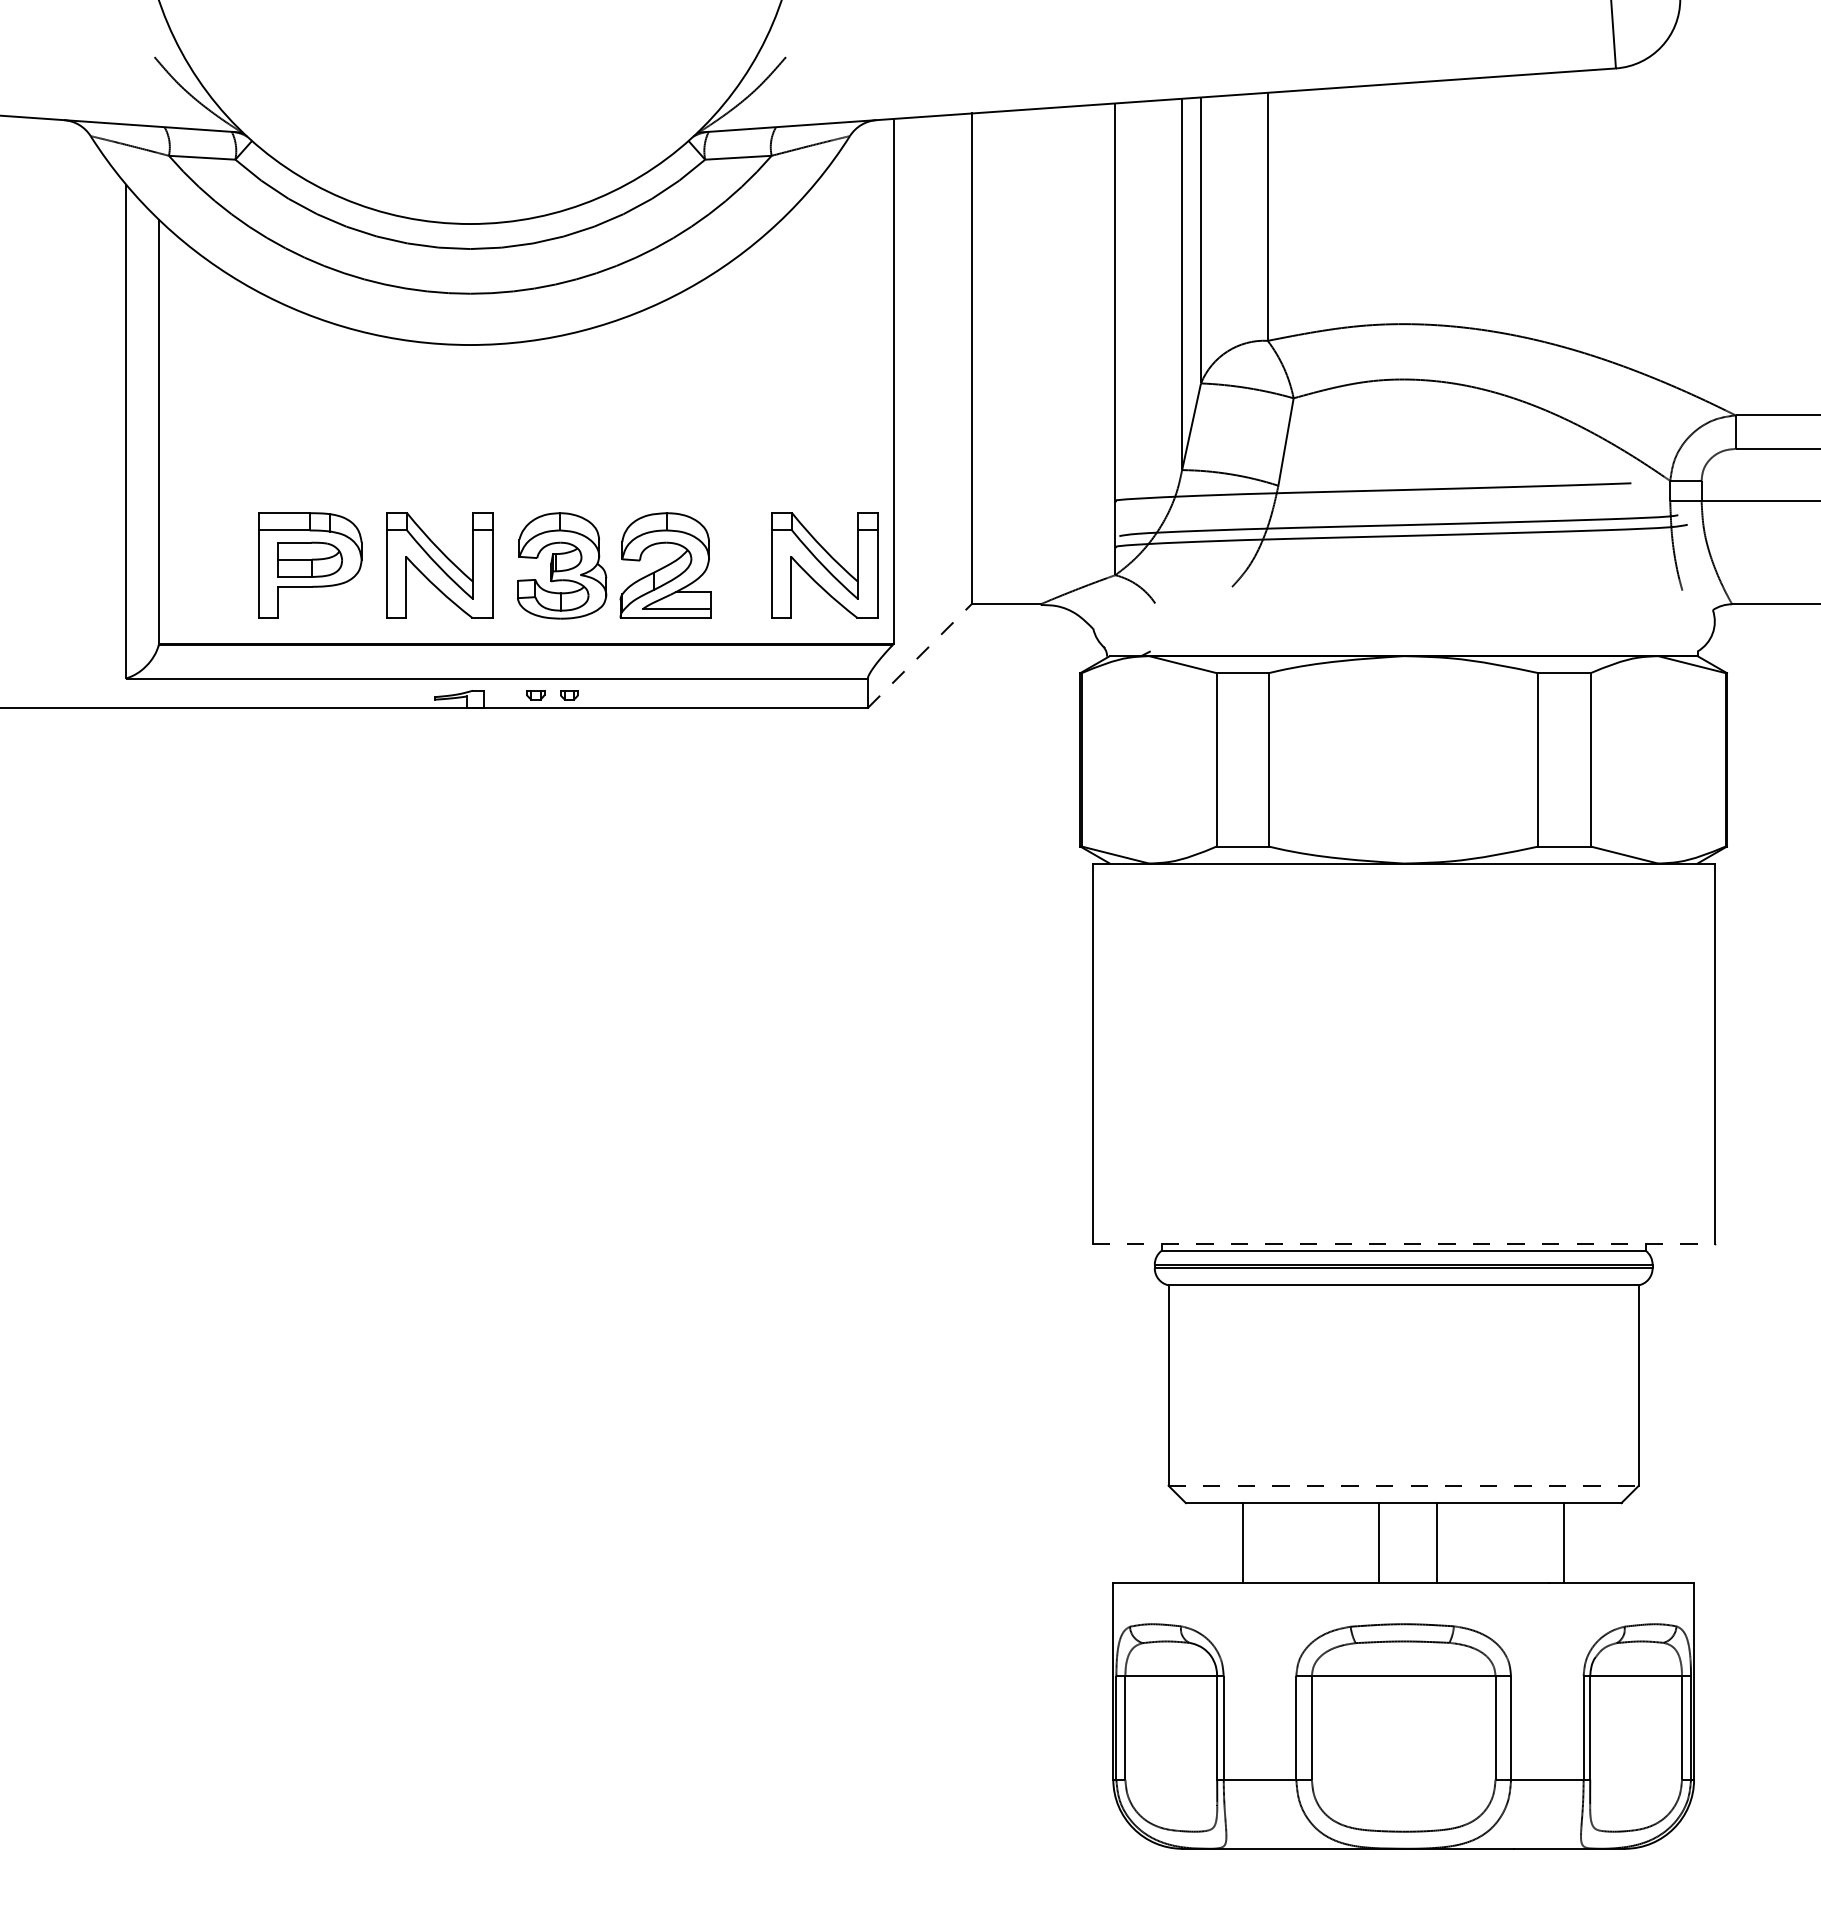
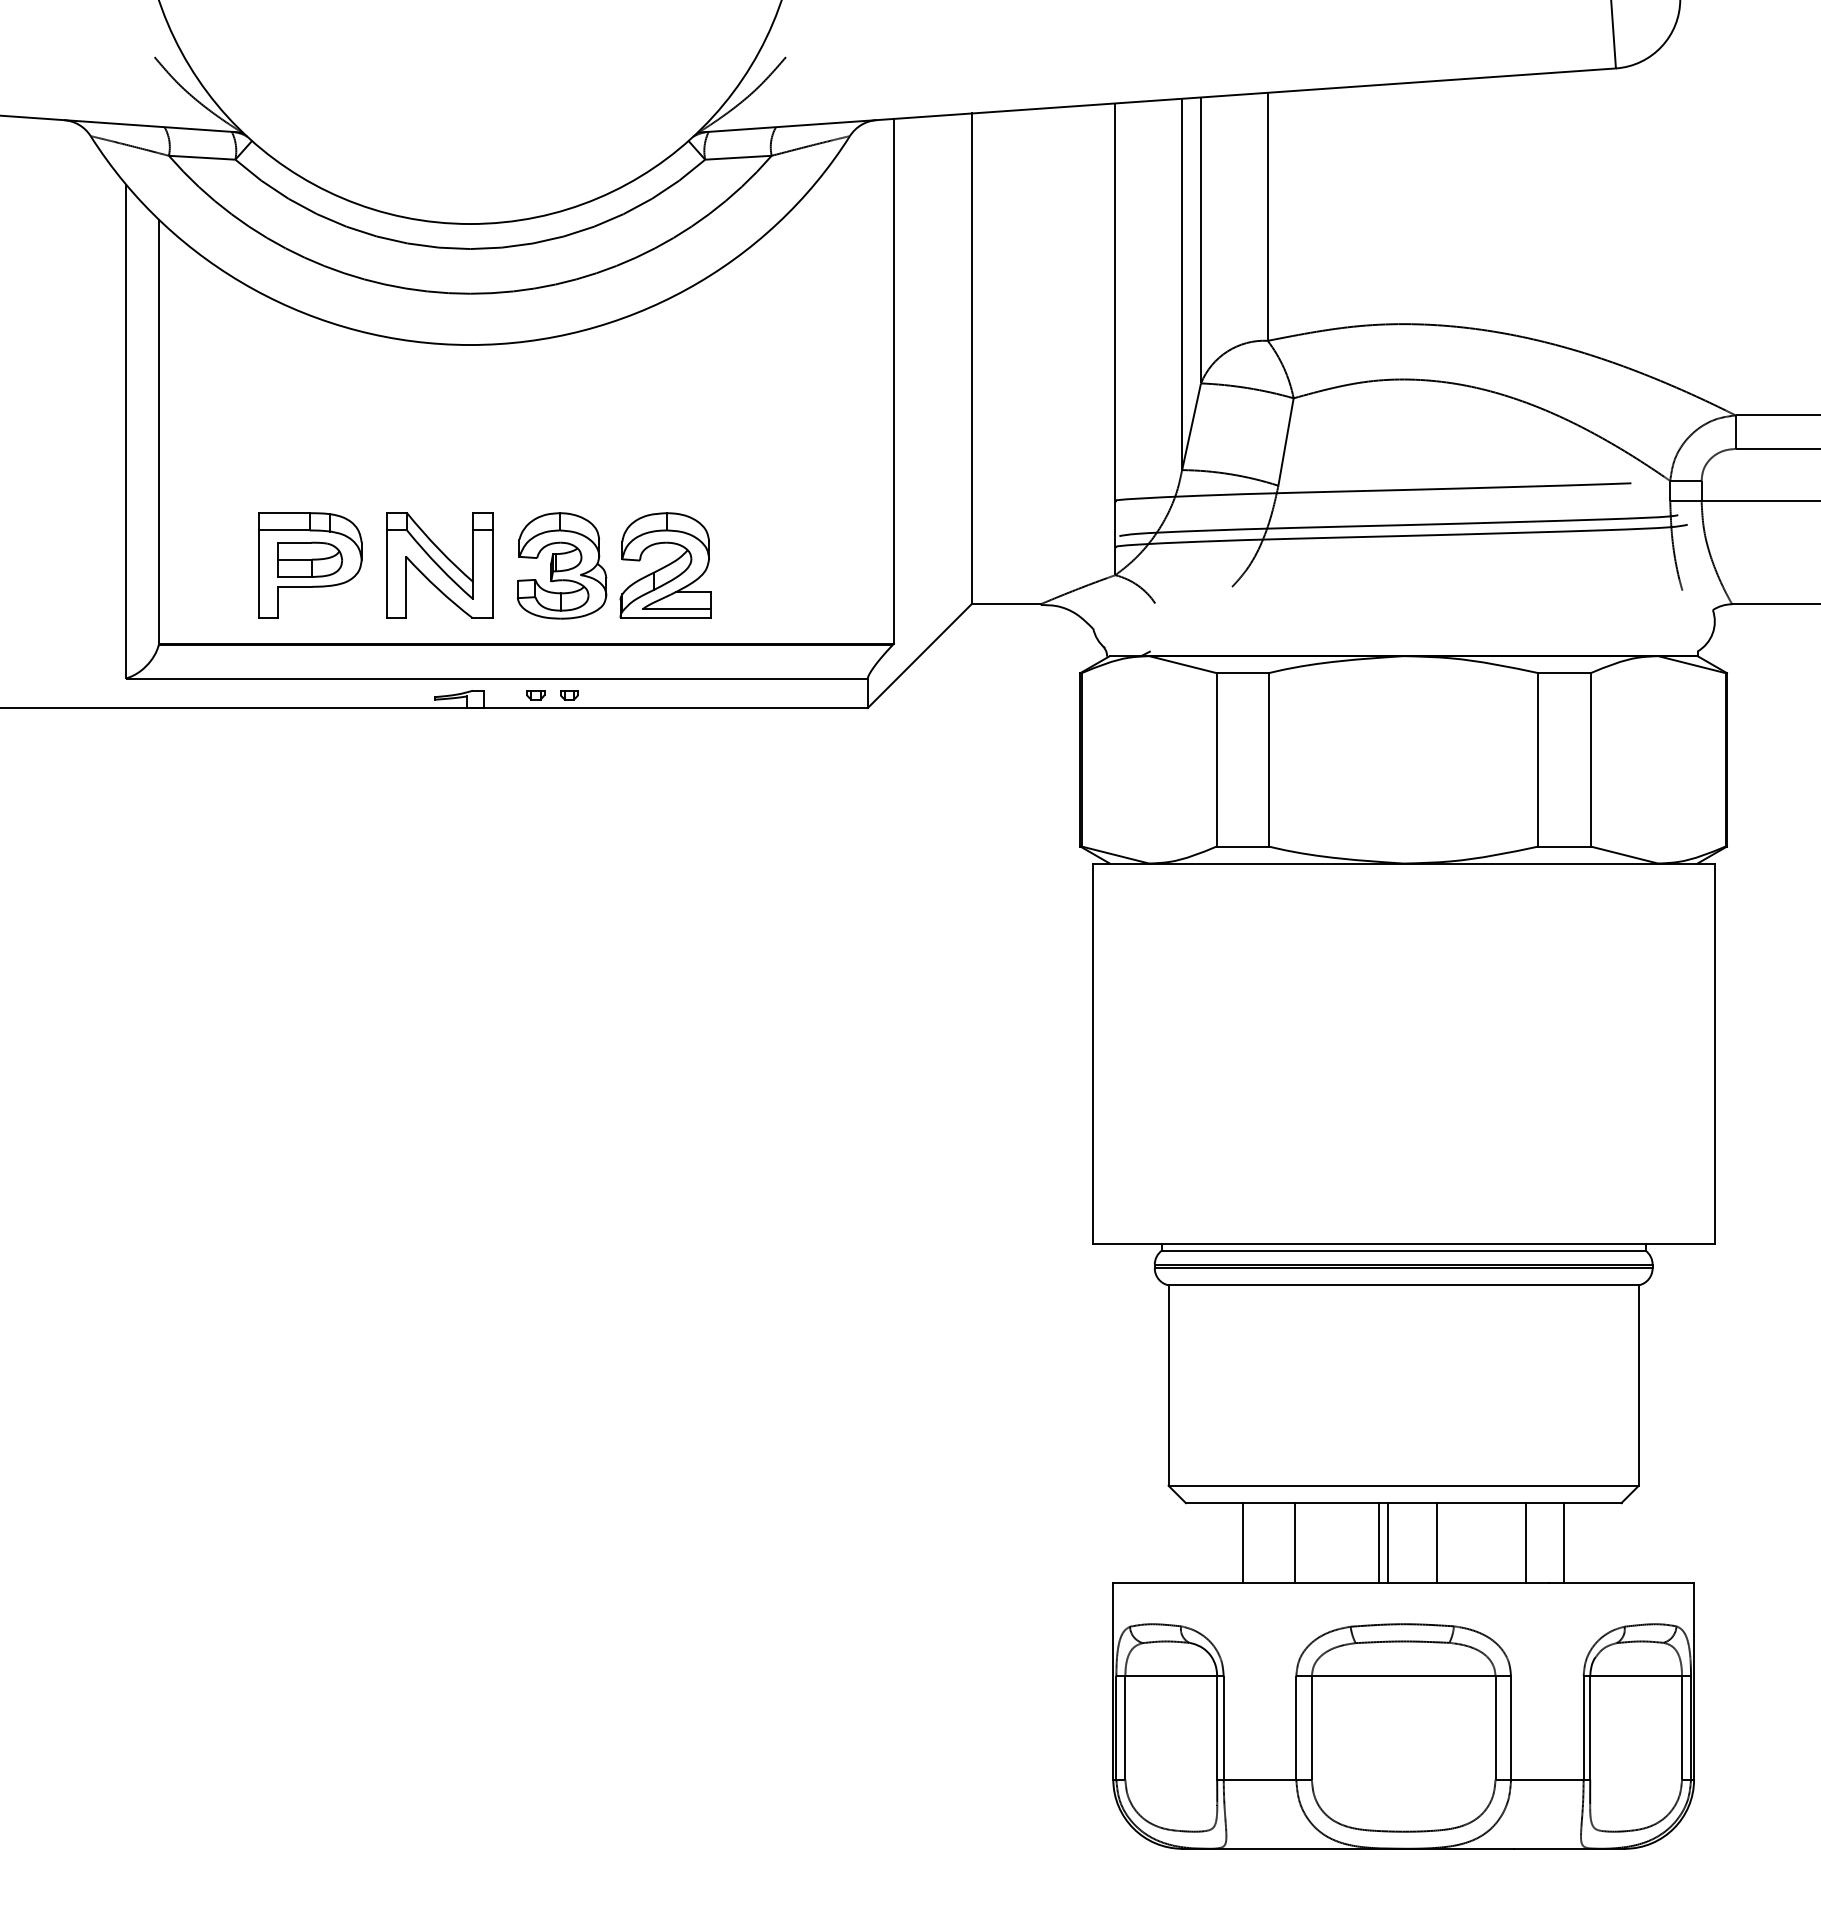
part at (824, 565): present -> none
line at (920, 655): dashed -> solid
line at (1404, 1243): dashed -> solid
line at (1404, 1485): dashed -> solid
line at (1294, 1542): none -> present
line at (1387, 1542): none -> present
line at (1526, 1542): none -> present
